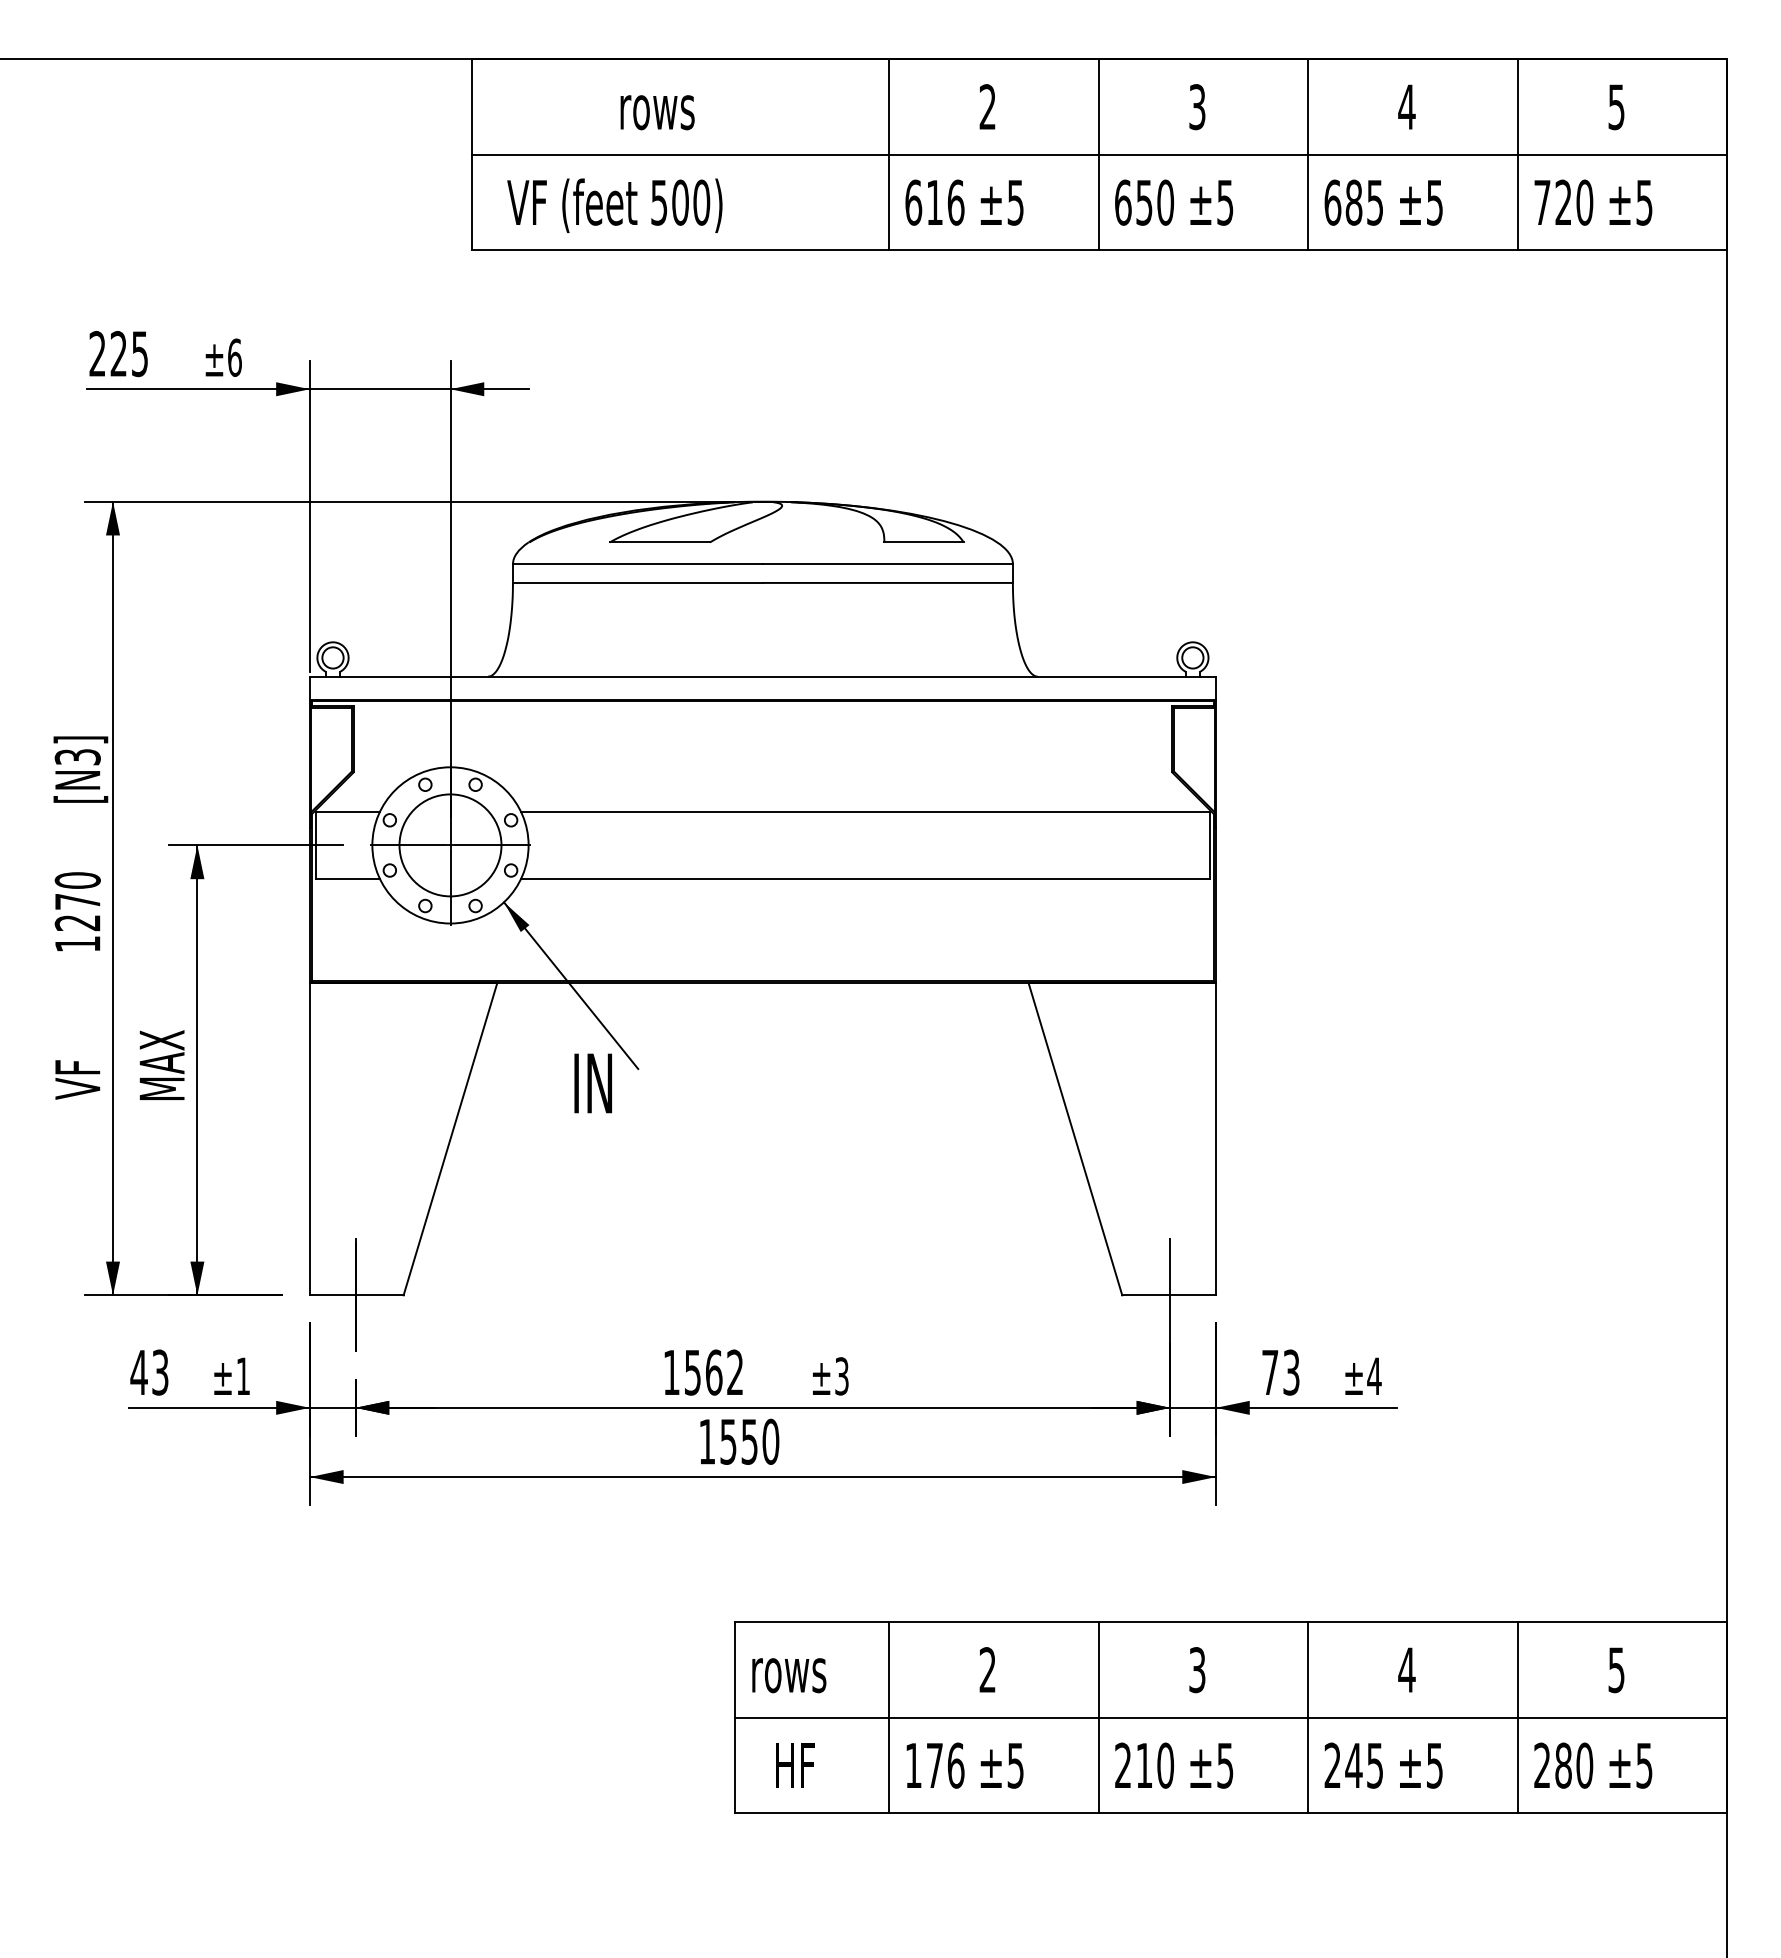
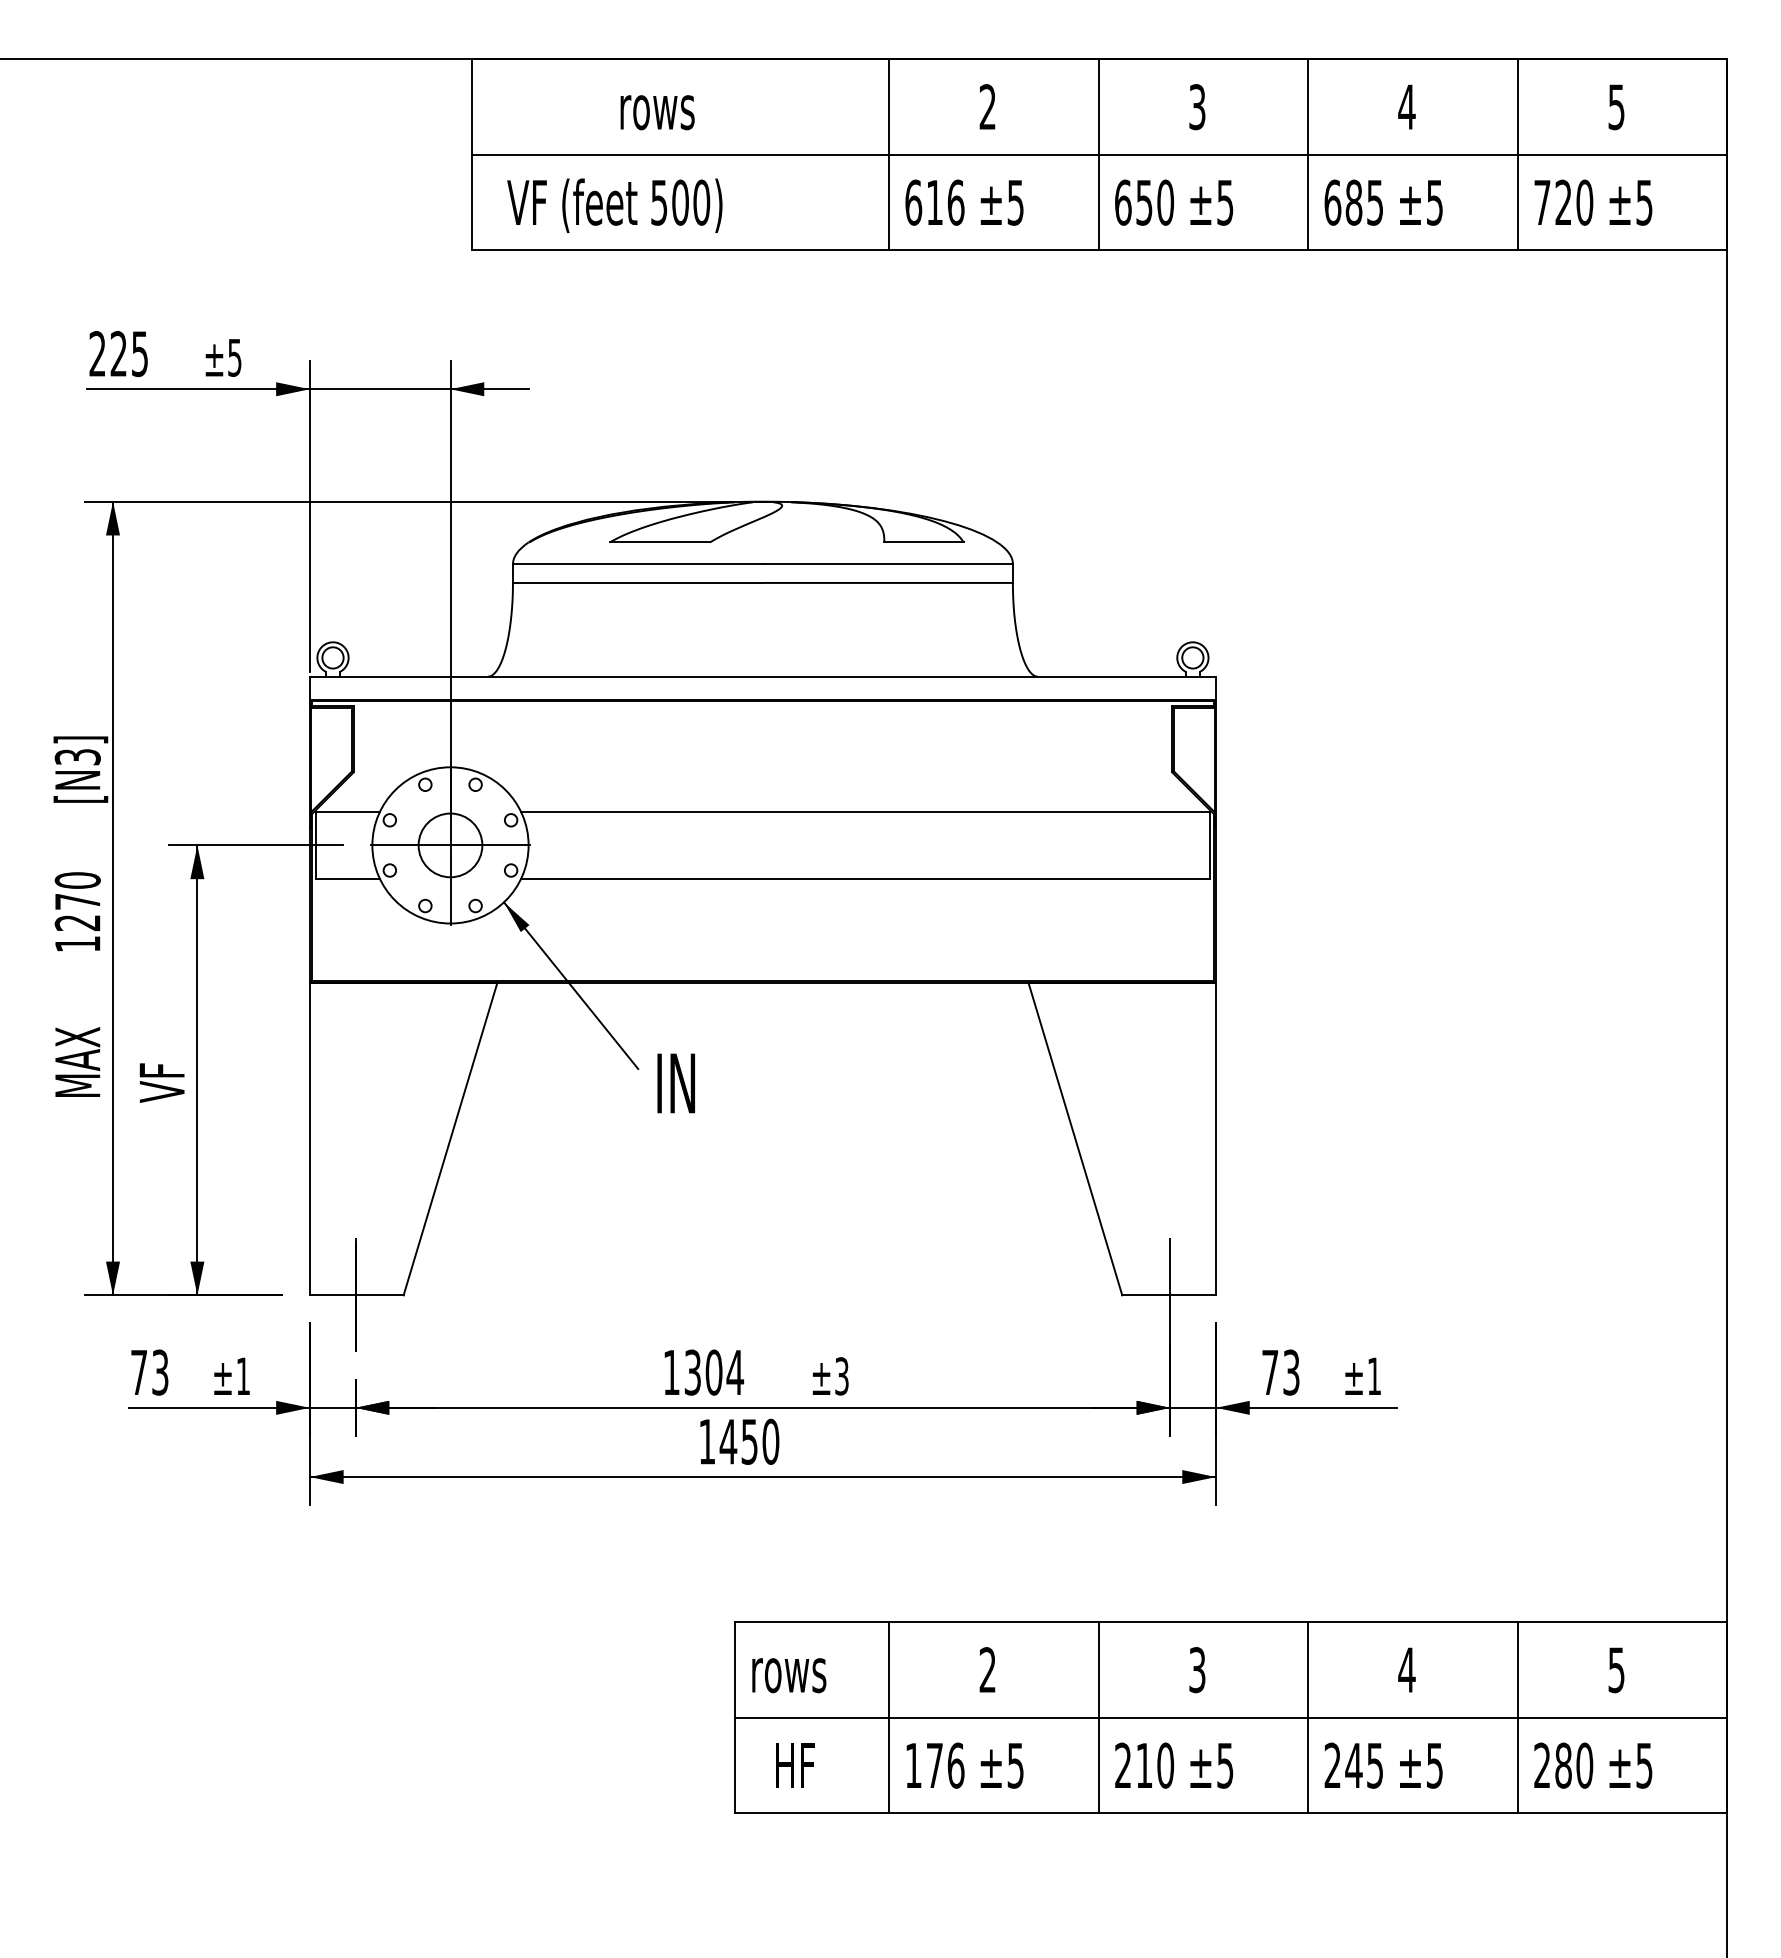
text at (234, 357): ±6 -> ±5
circle at (450, 845) diameter: 102 px -> 64 px
text at (77, 1063): VF -> MAX
text at (161, 1066): MAX -> VF
text at (592, 1083) position: (592, 1083) -> (675, 1083)
text at (138, 1372): 43 -> 73
text at (714, 1372): 1562 -> 1304
text at (1374, 1375): ±4 -> ±1
text at (728, 1441): 1550 -> 1450
